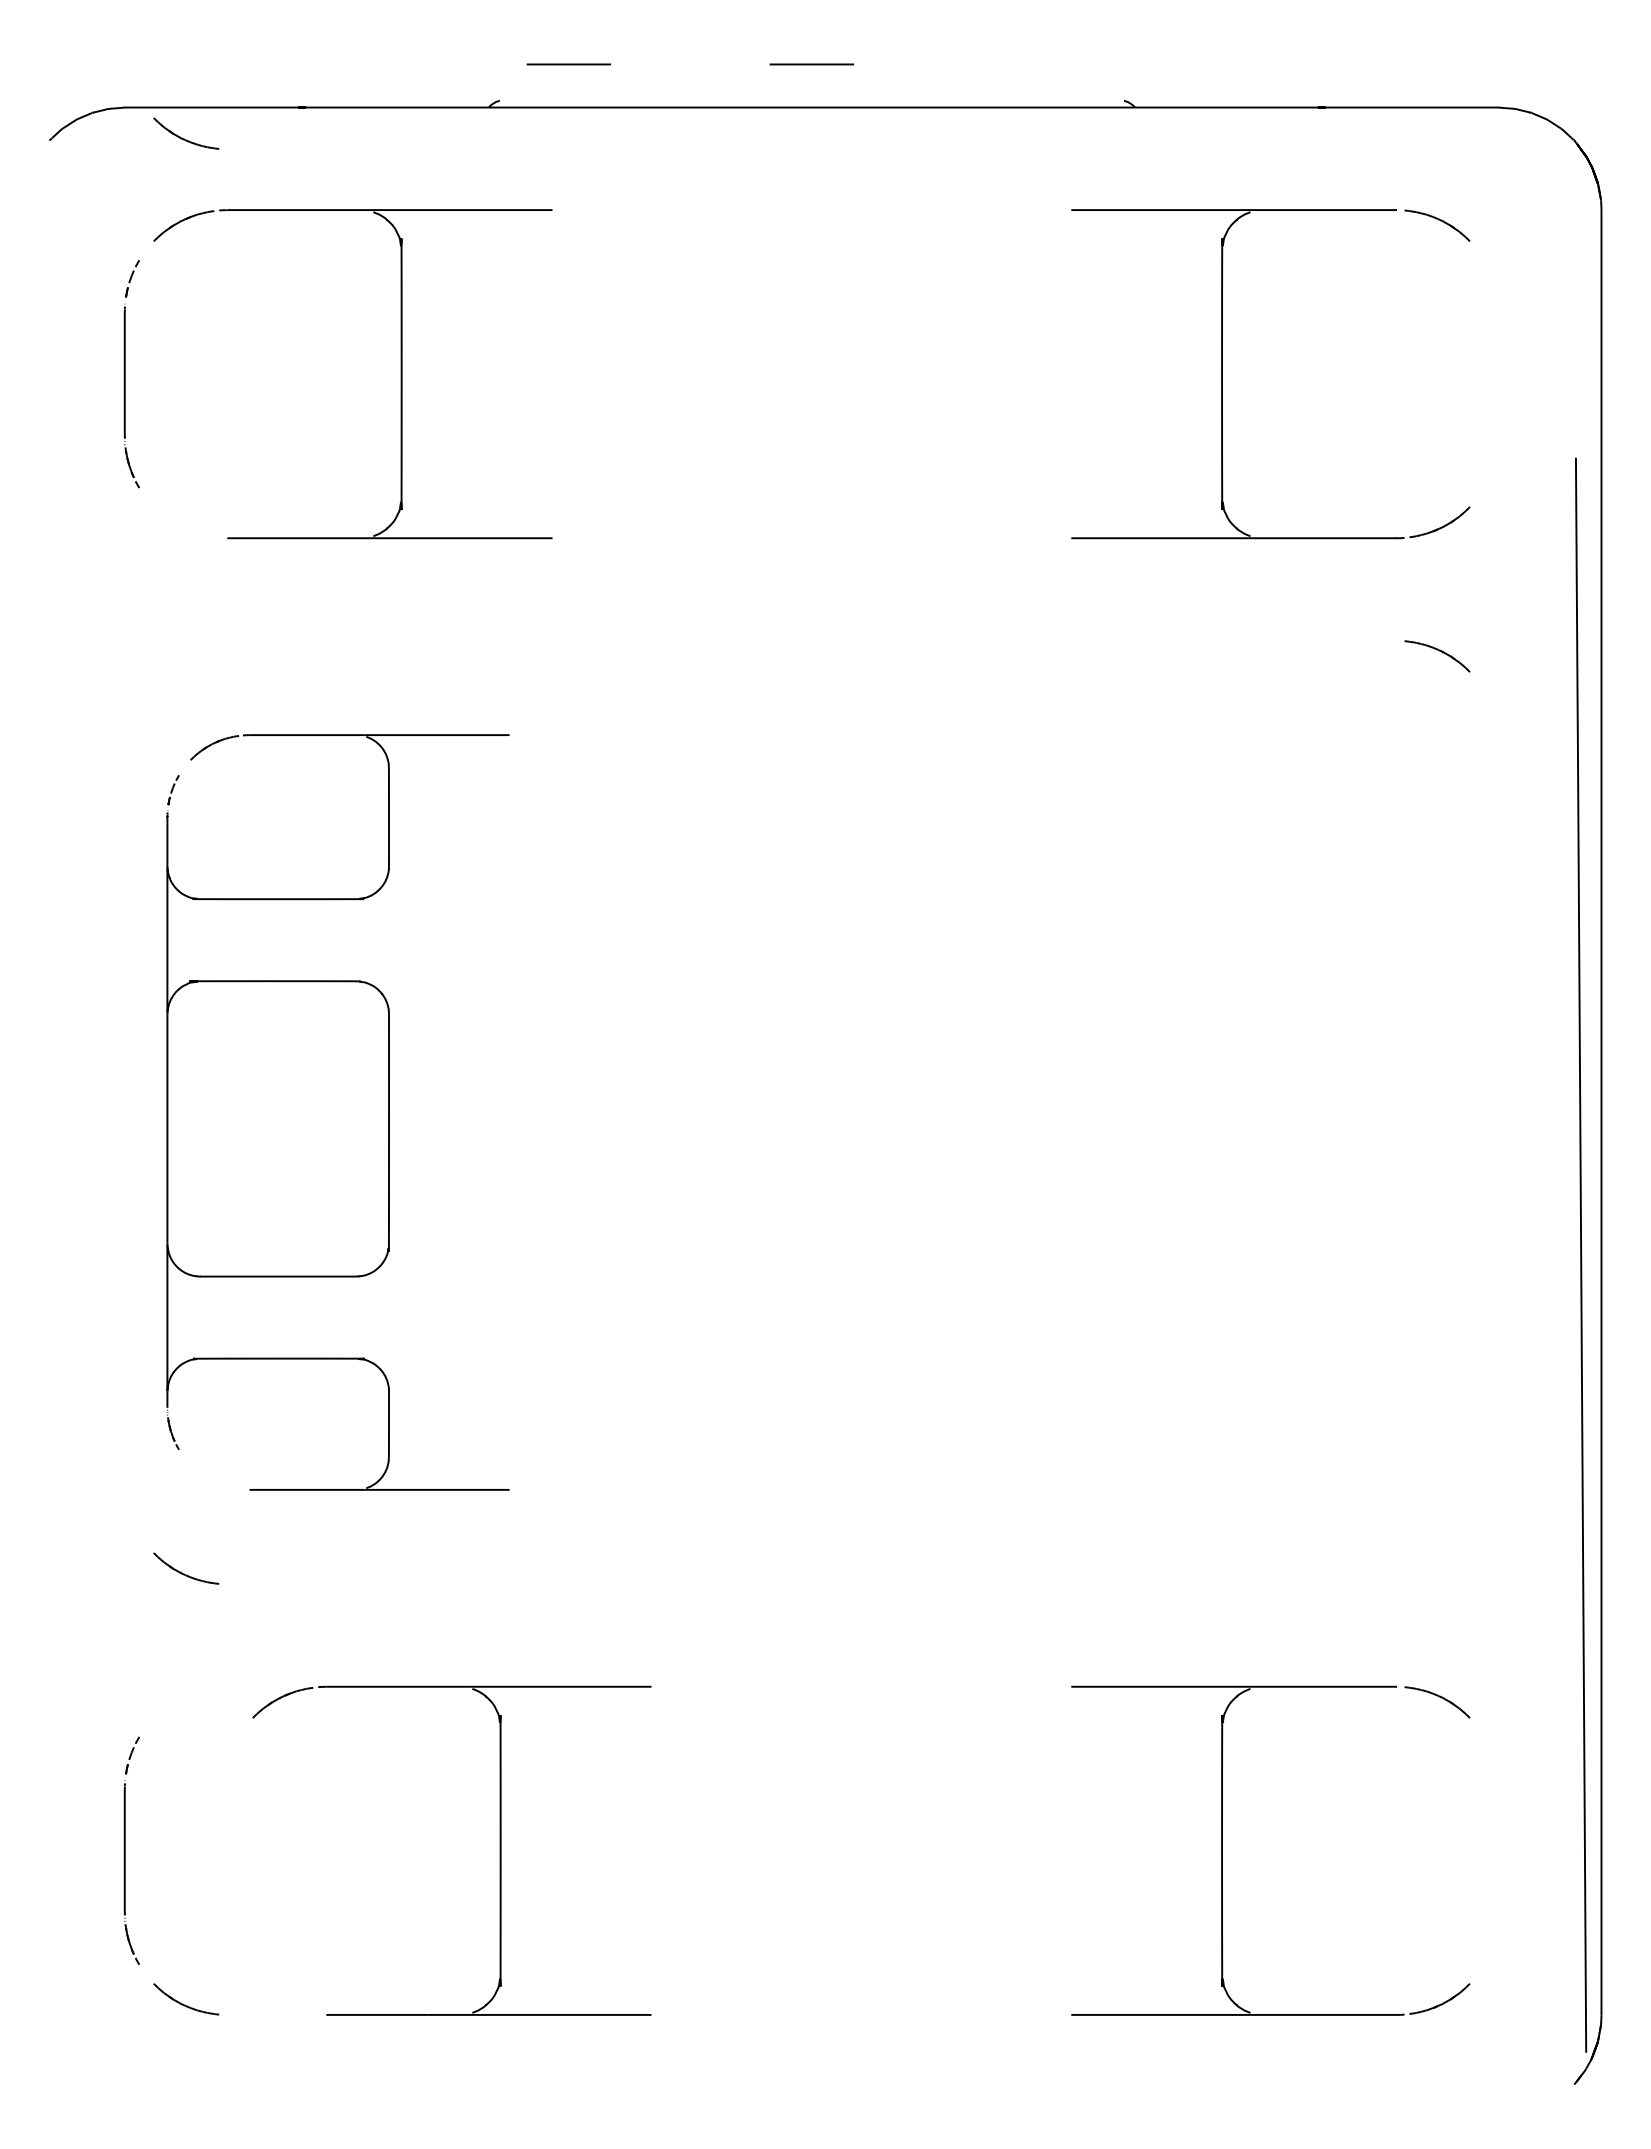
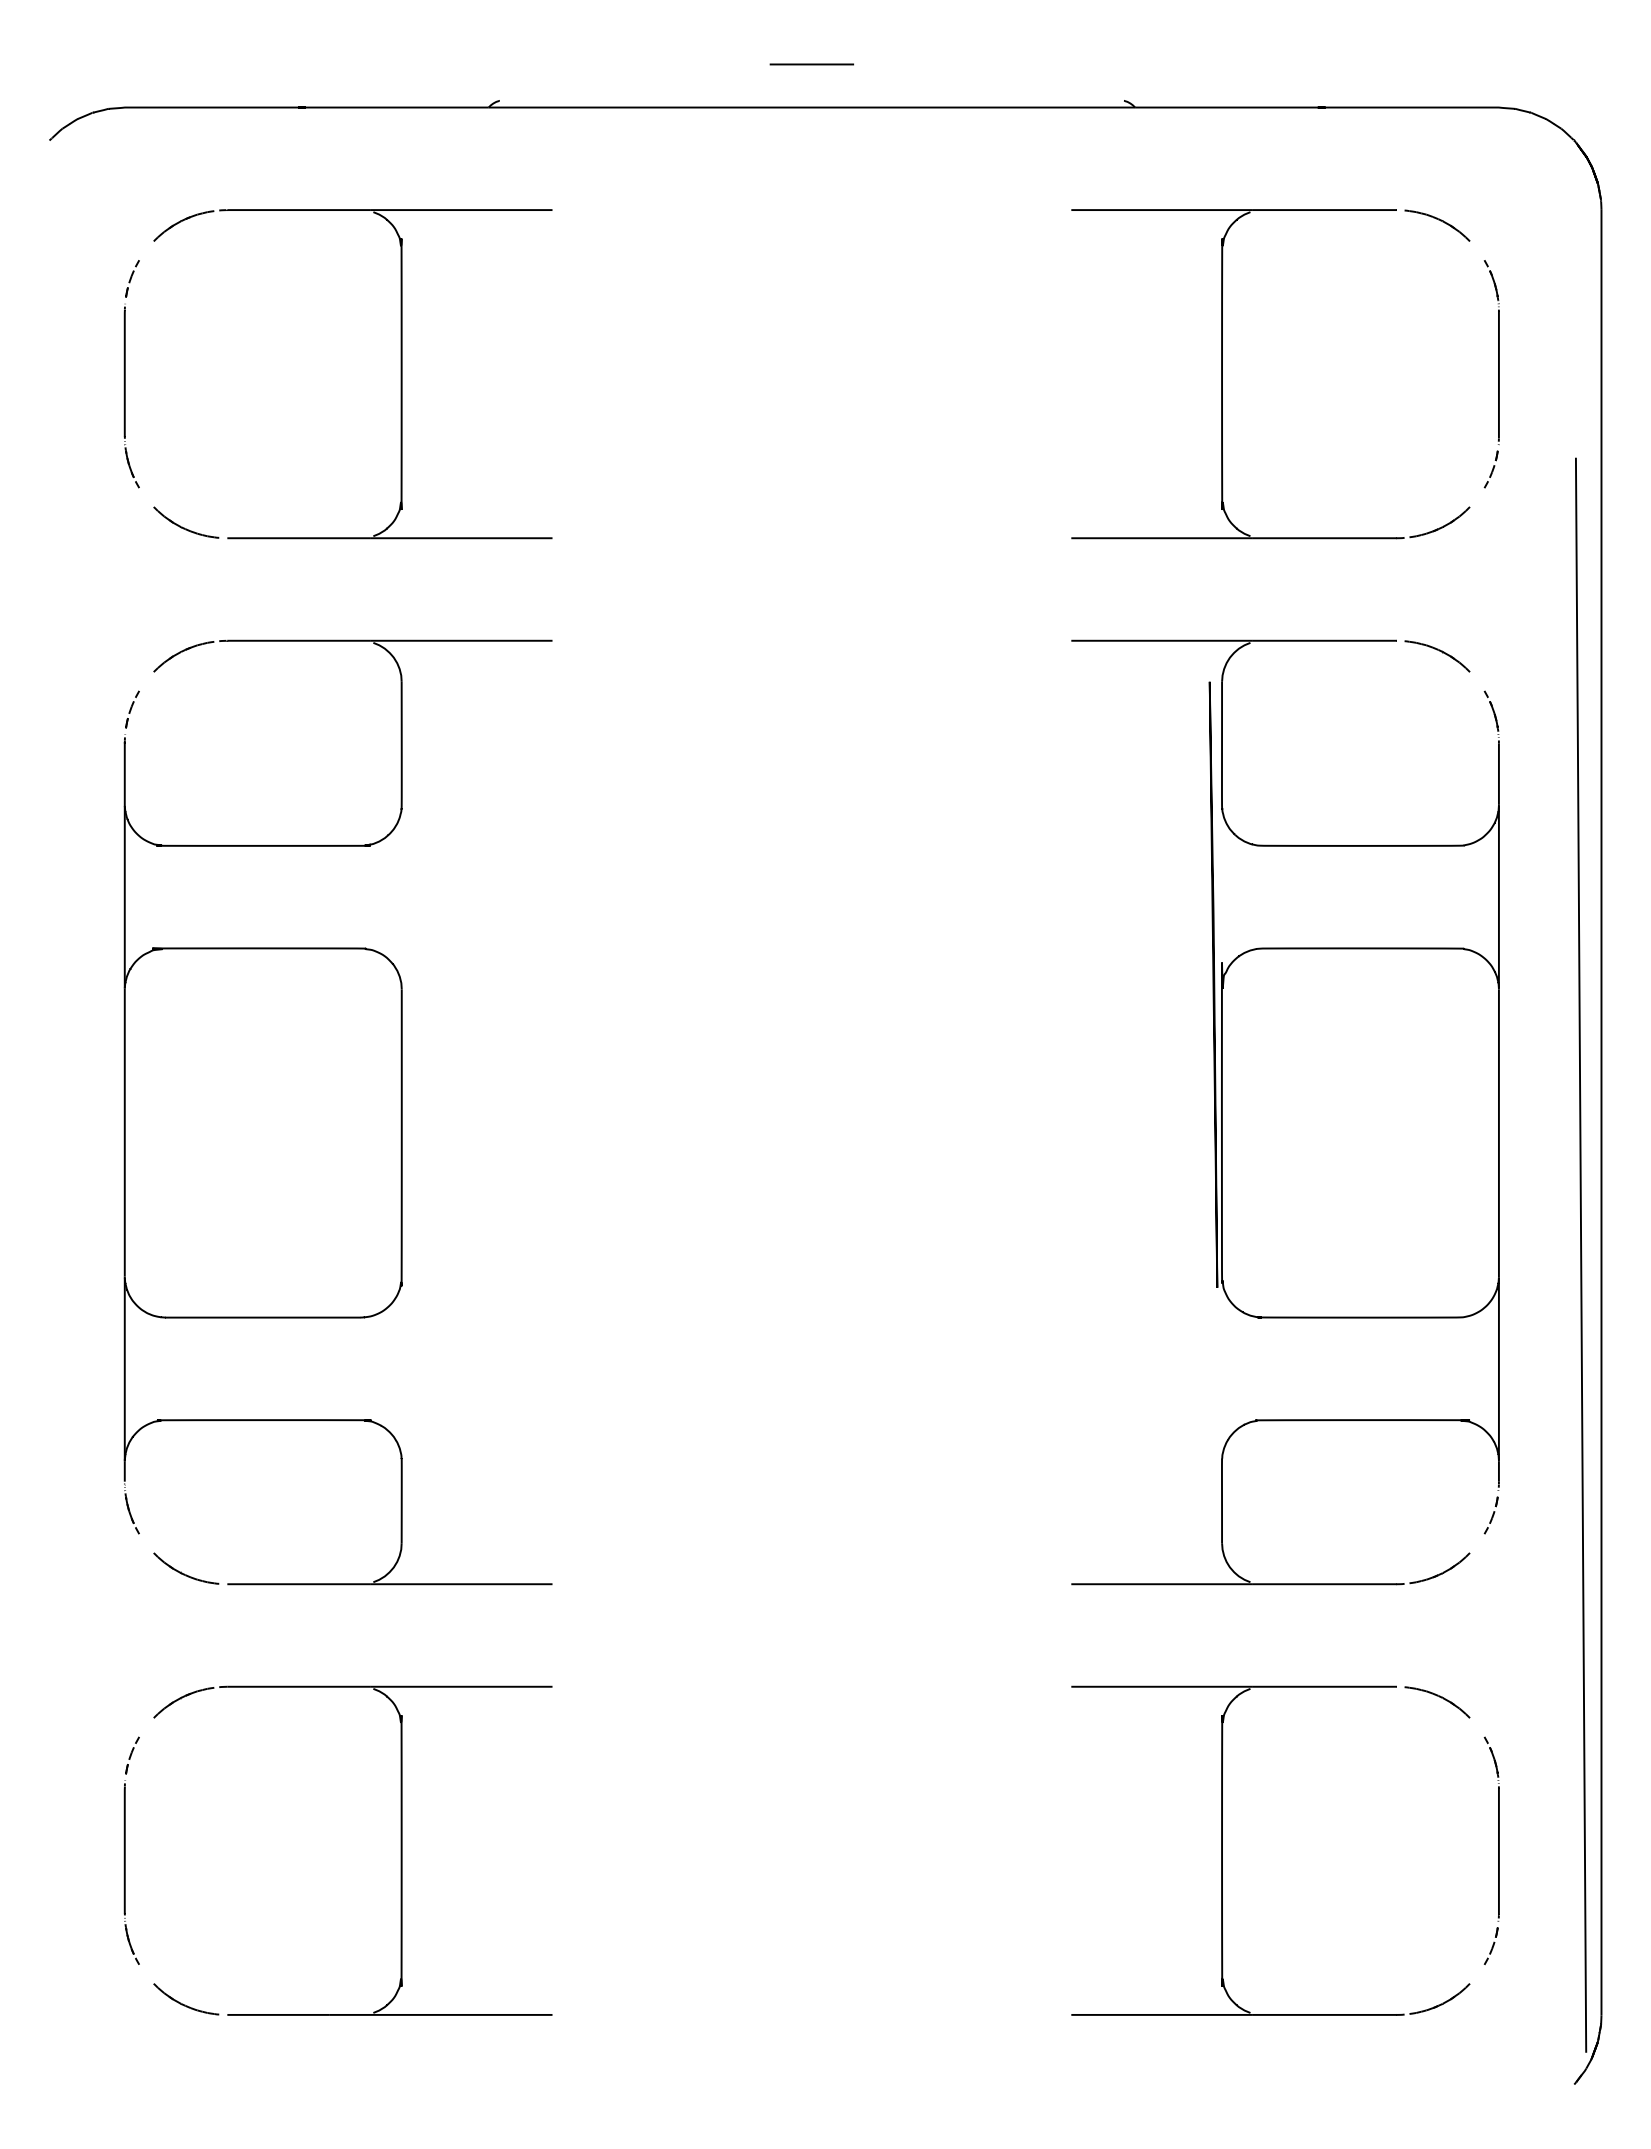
line at (568, 64): present -> none
part at (186, 133) position: (186, 133) -> (186, 522)
part at (1498, 374): none -> present
part at (337, 1112) size: 344x757 px -> 430x947 px
part at (1285, 1112): none -> present
part at (499, 1850) position: (499, 1850) -> (400, 1850)
part at (1498, 1850): none -> present
